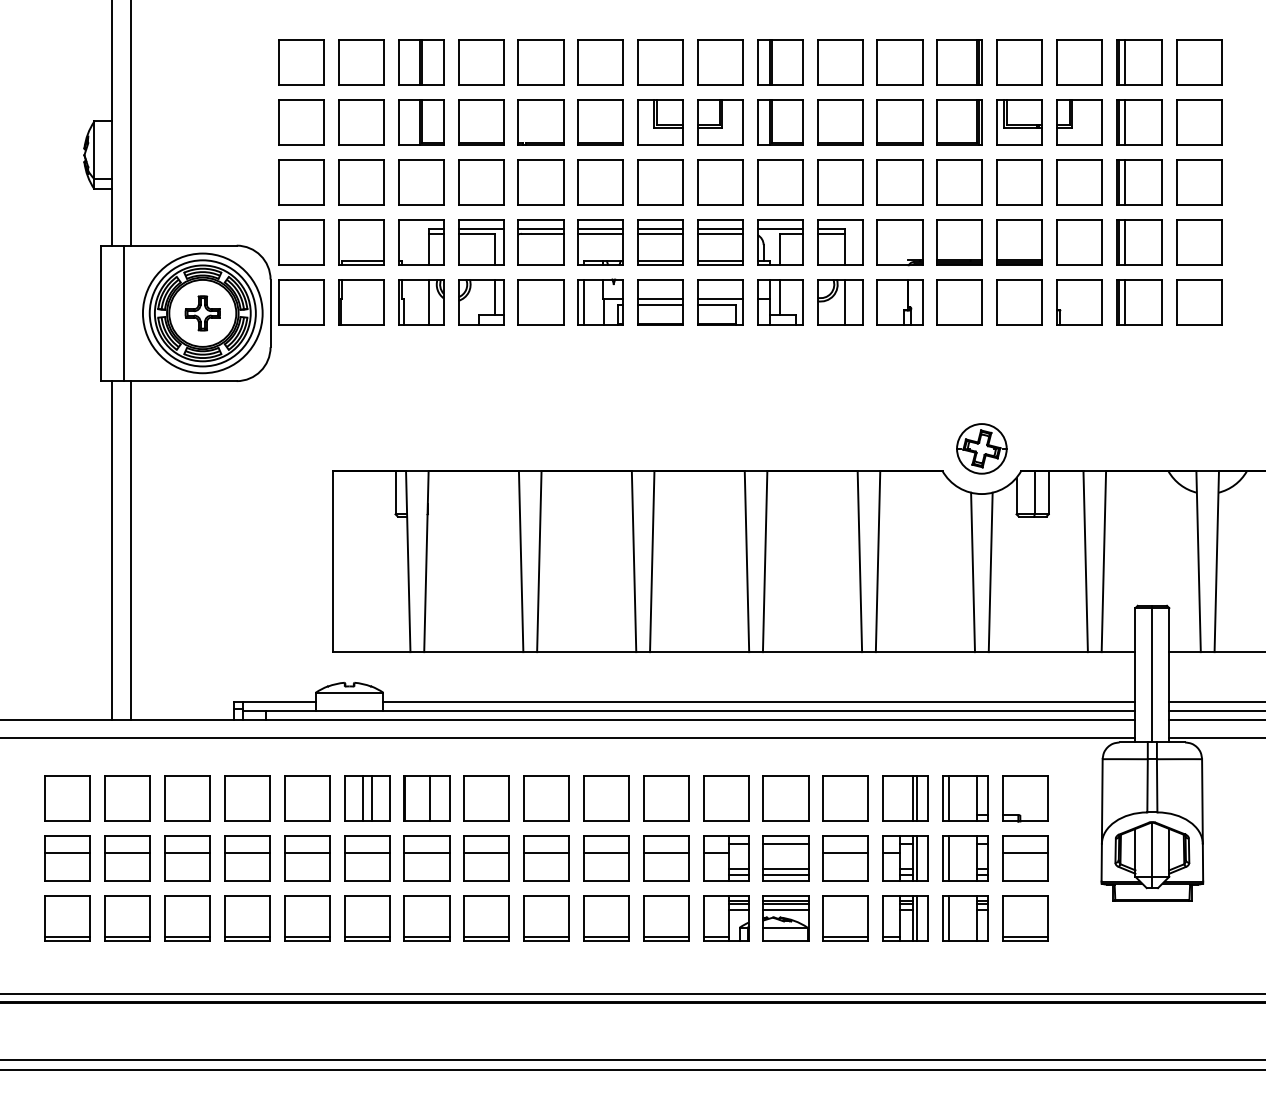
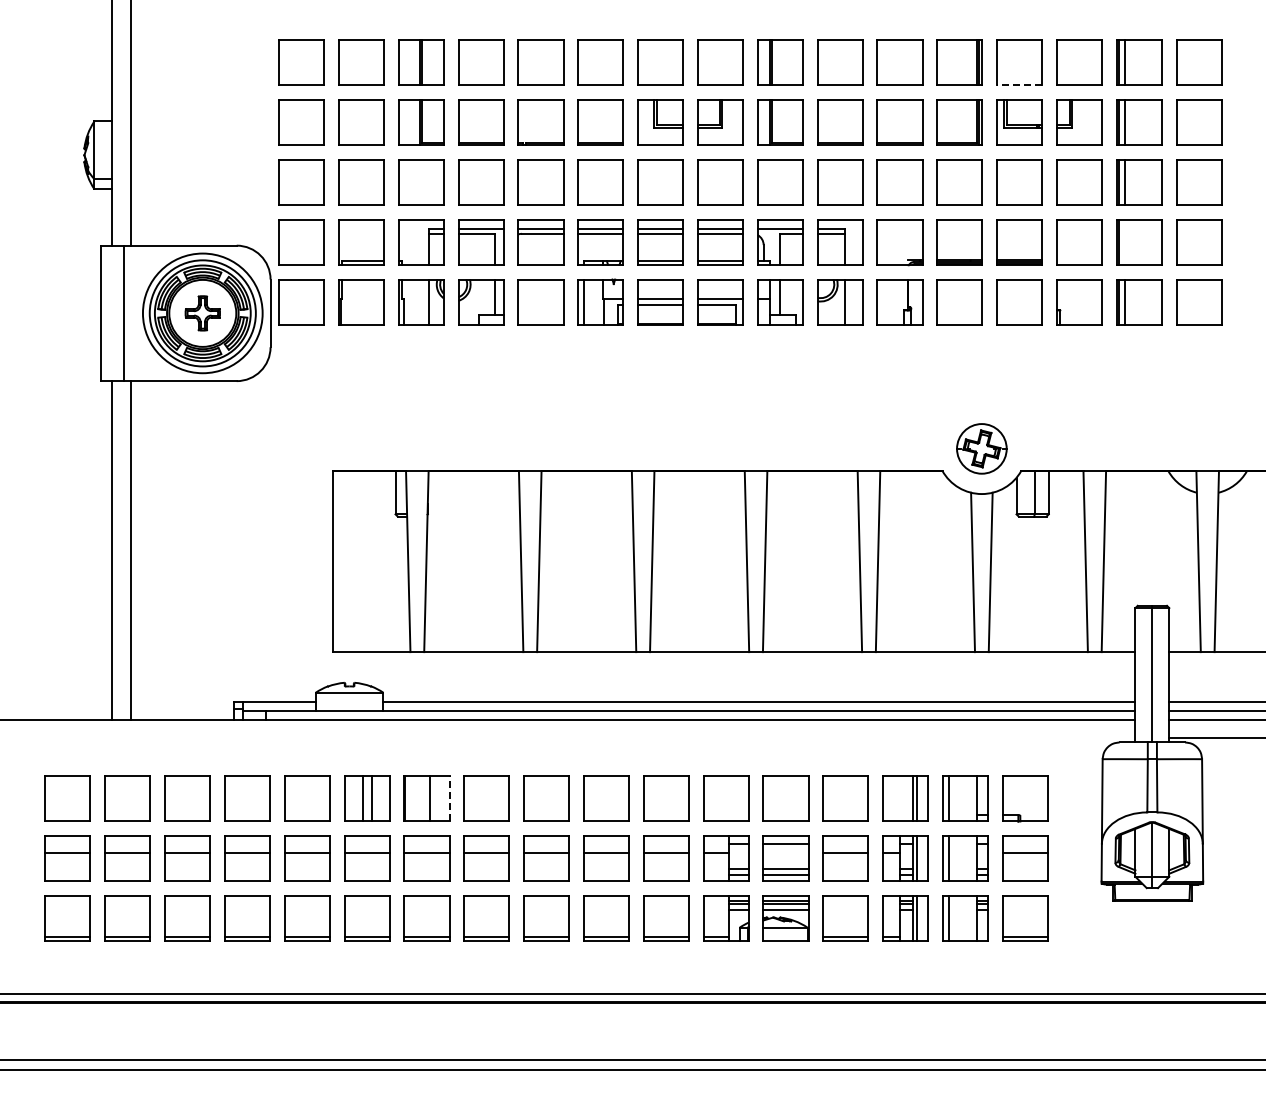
line at (1019, 85): solid -> dashed
line at (1124, 241): present -> none
line at (568, 737): present -> none
line at (449, 798): solid -> dashed
